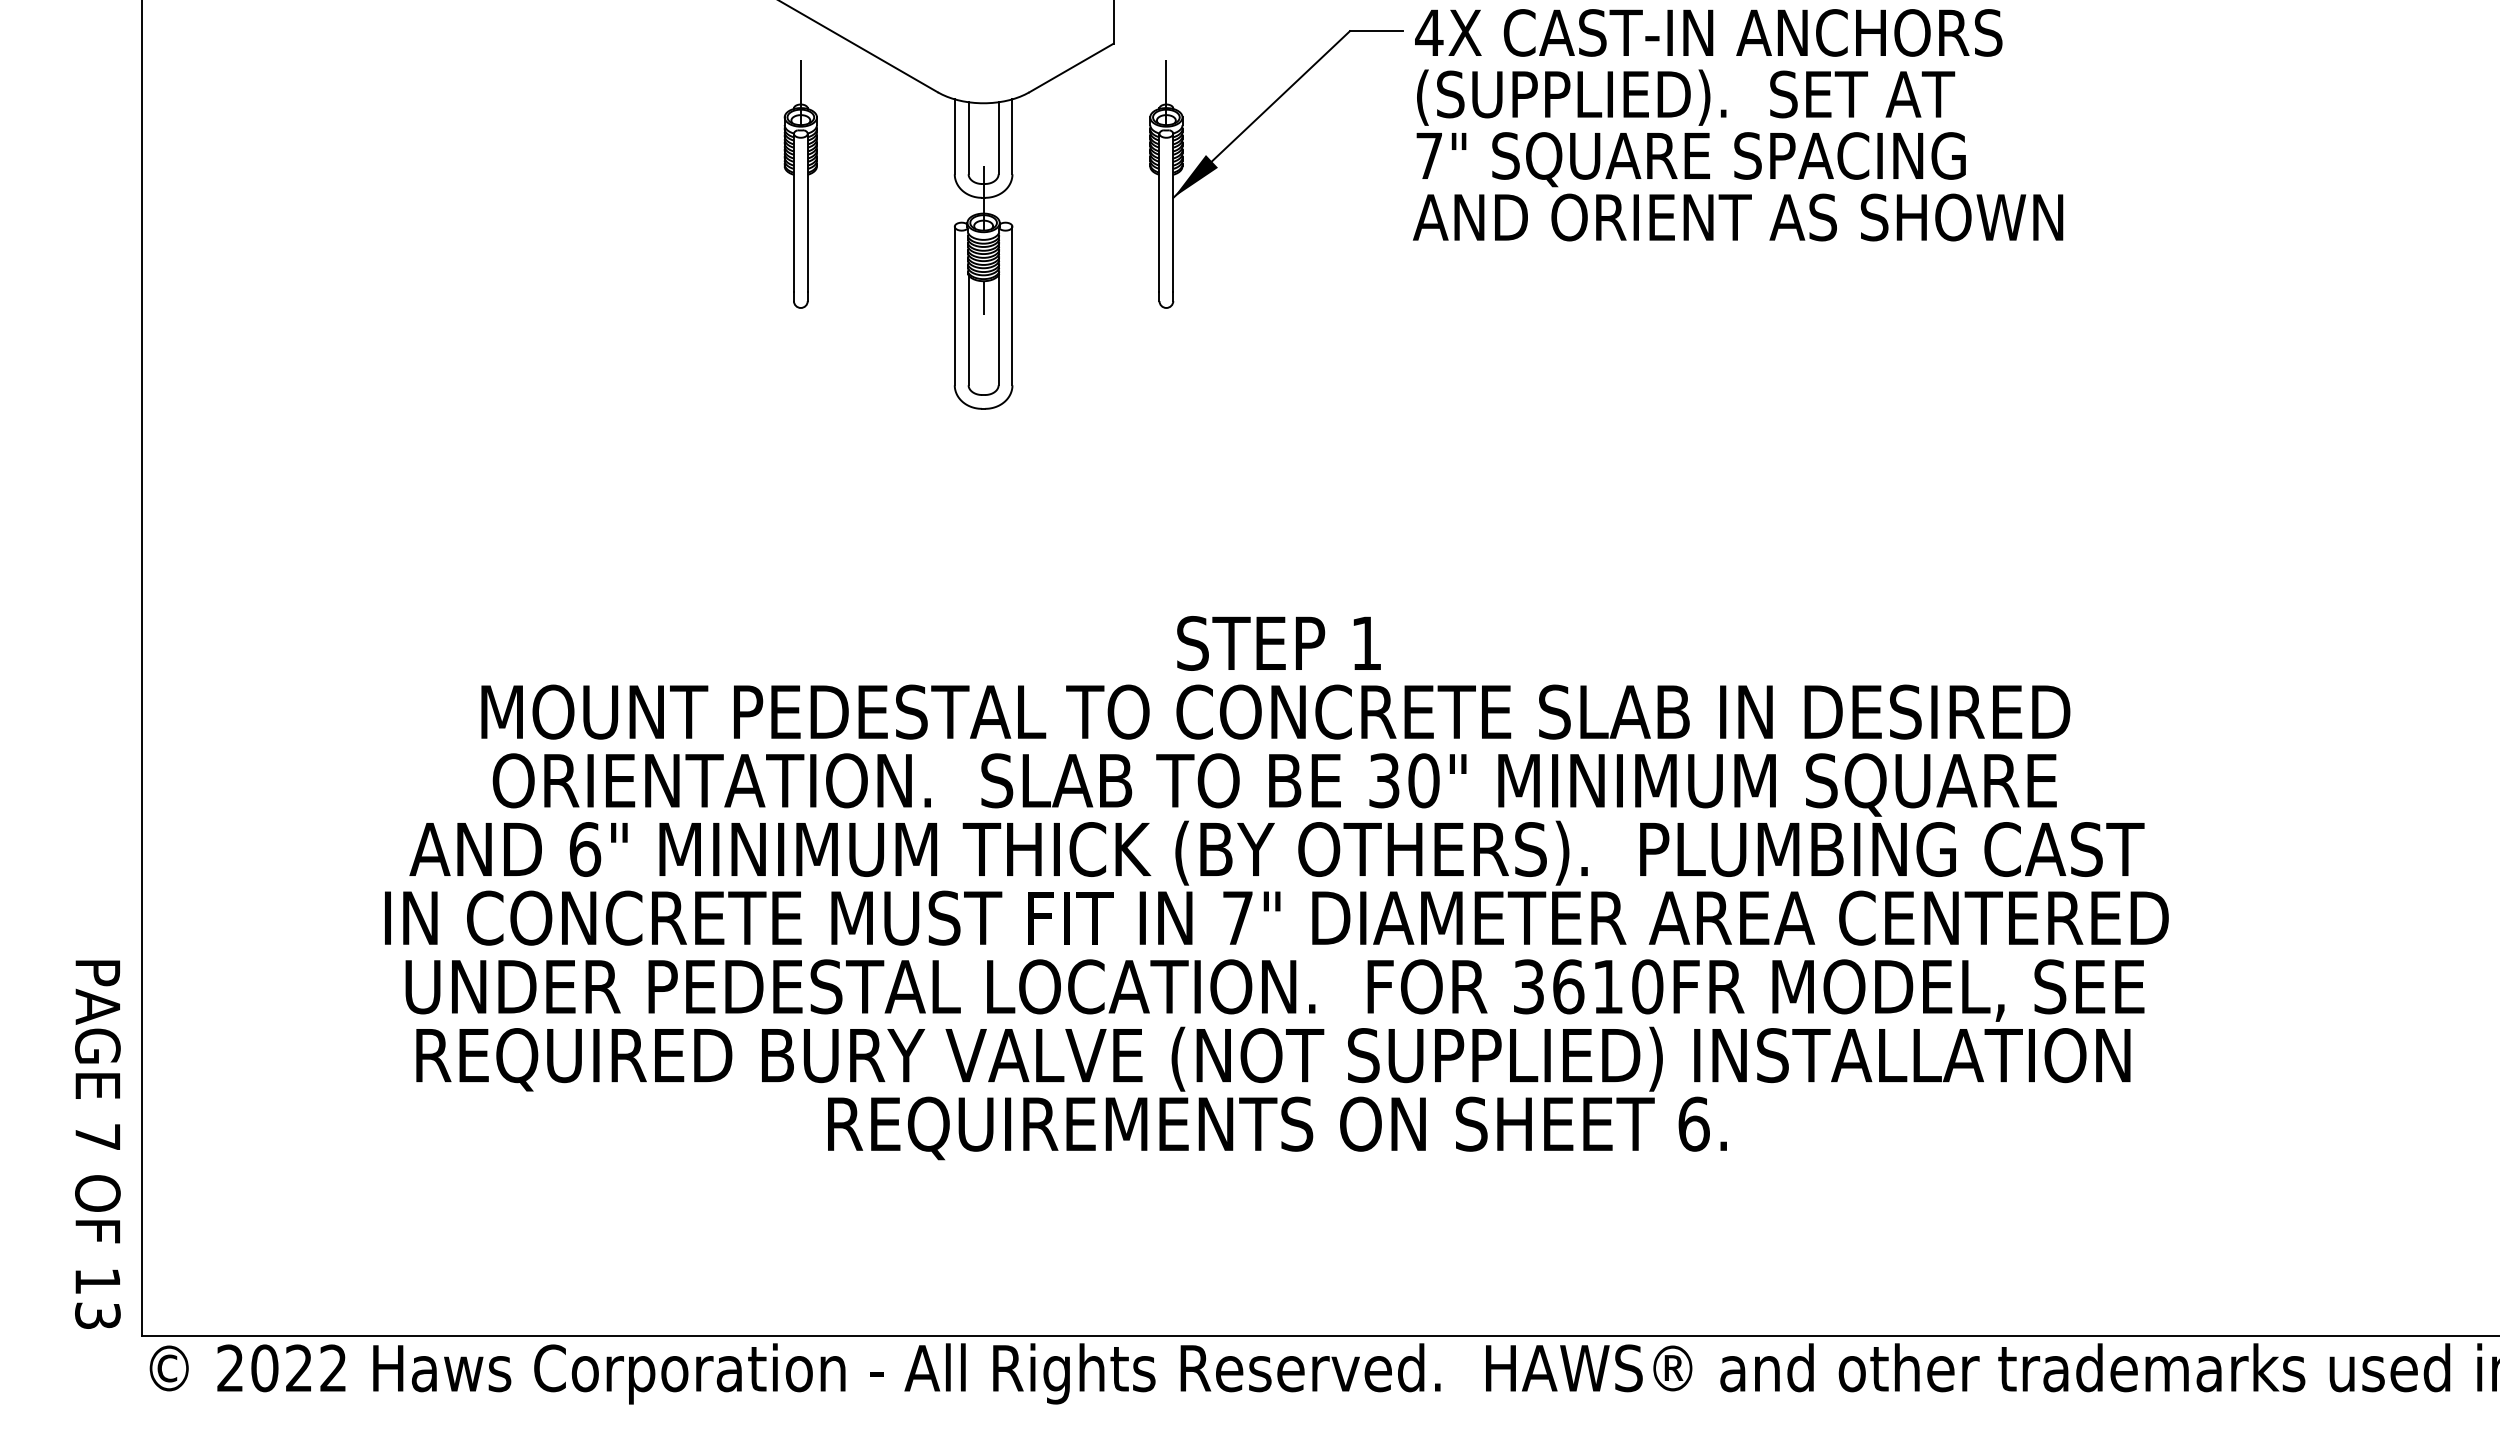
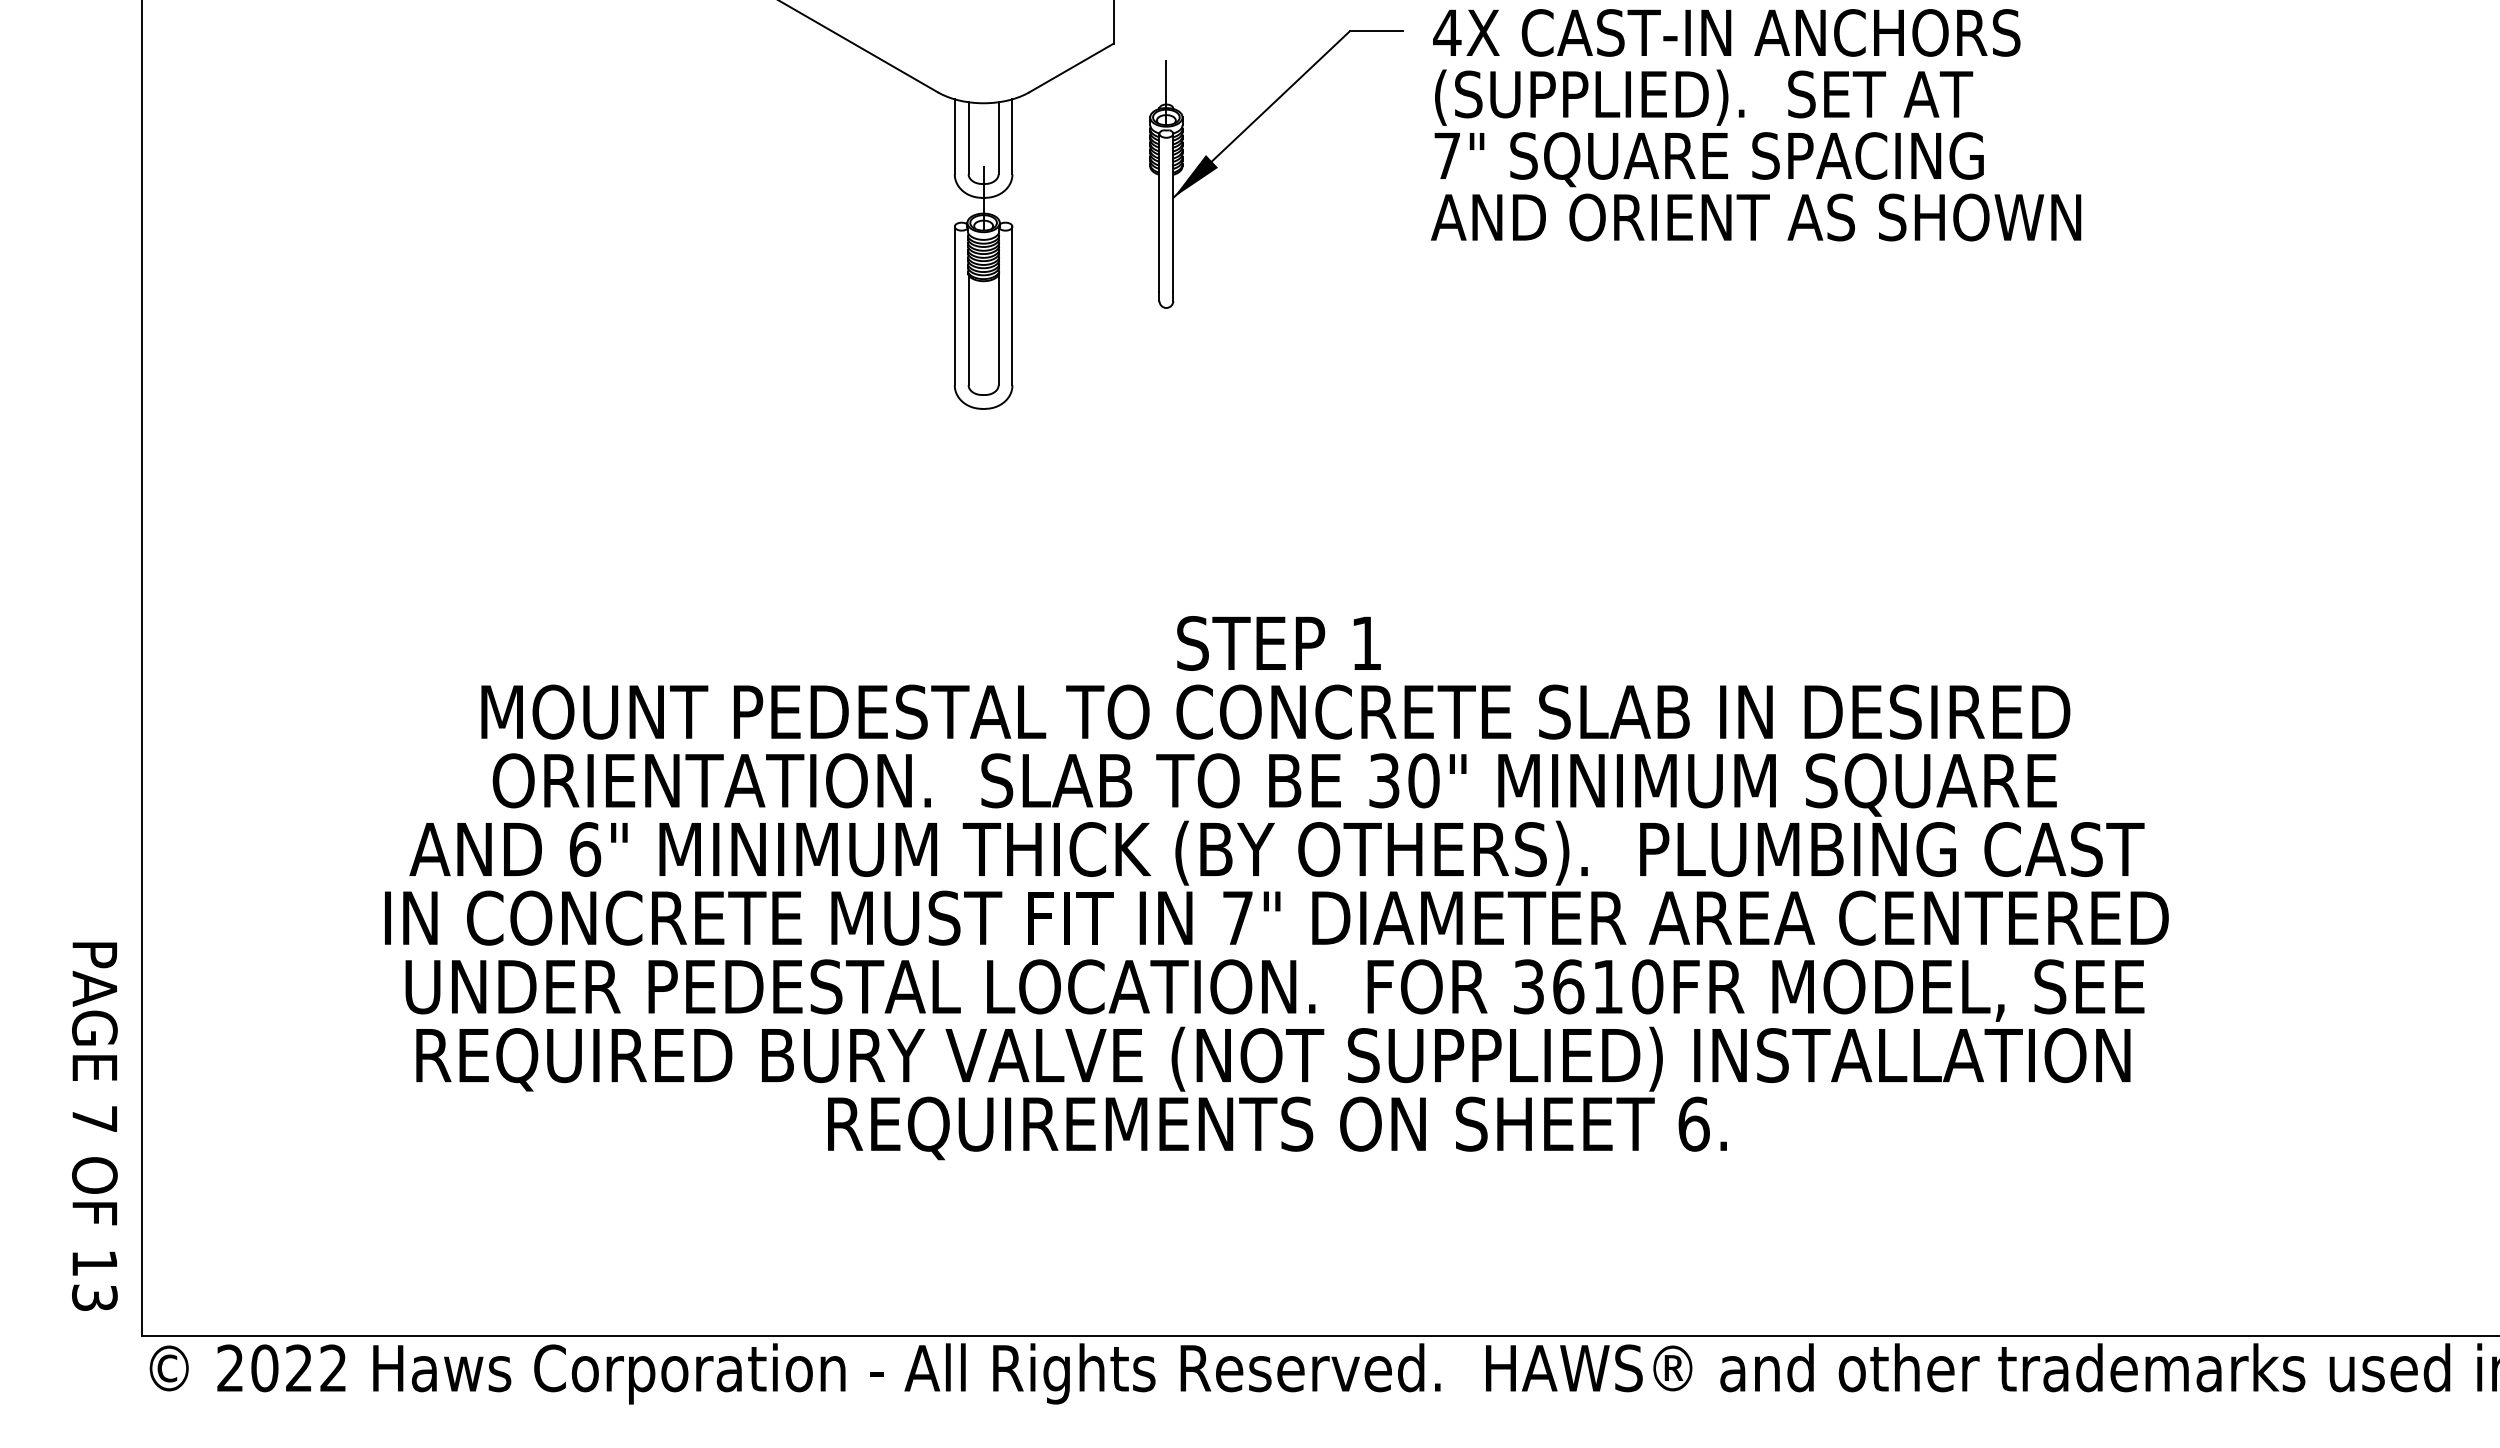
text at (1738, 125) position: (1738, 125) -> (1756, 125)
part at (800, 184): present -> none
line at (983, 298): present -> none
text at (97, 1144) position: (97, 1144) -> (94, 1126)
